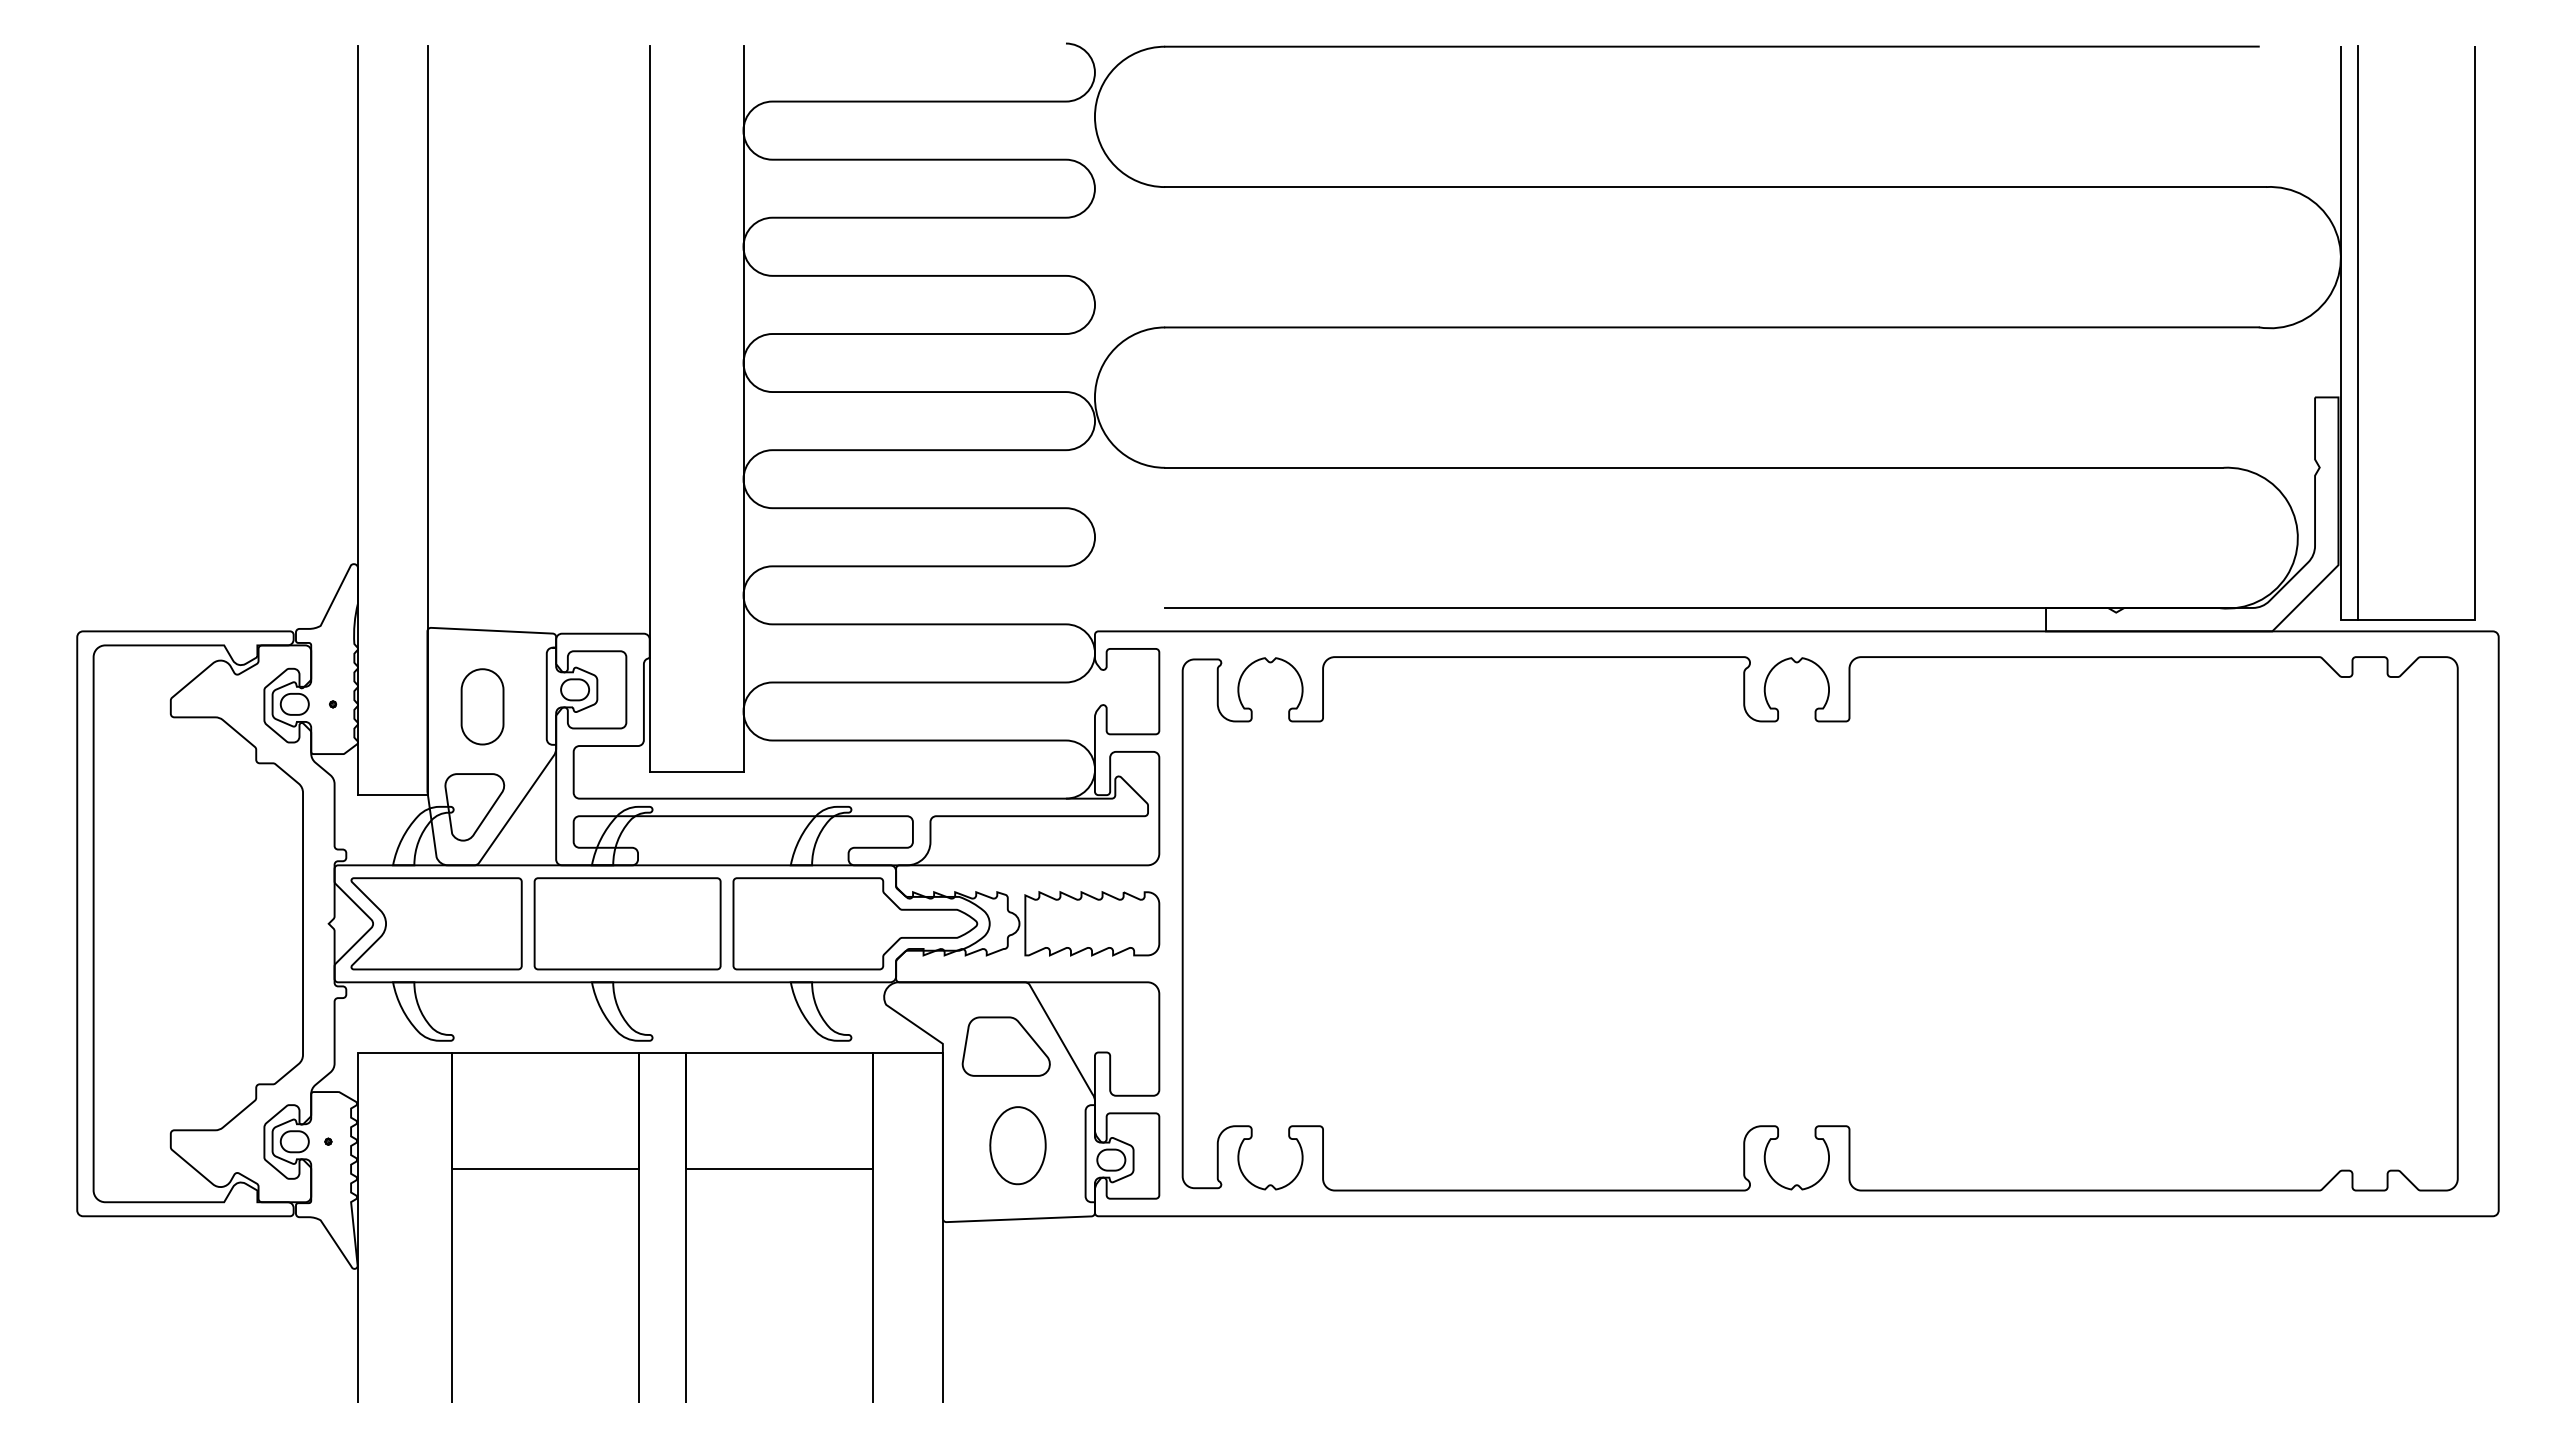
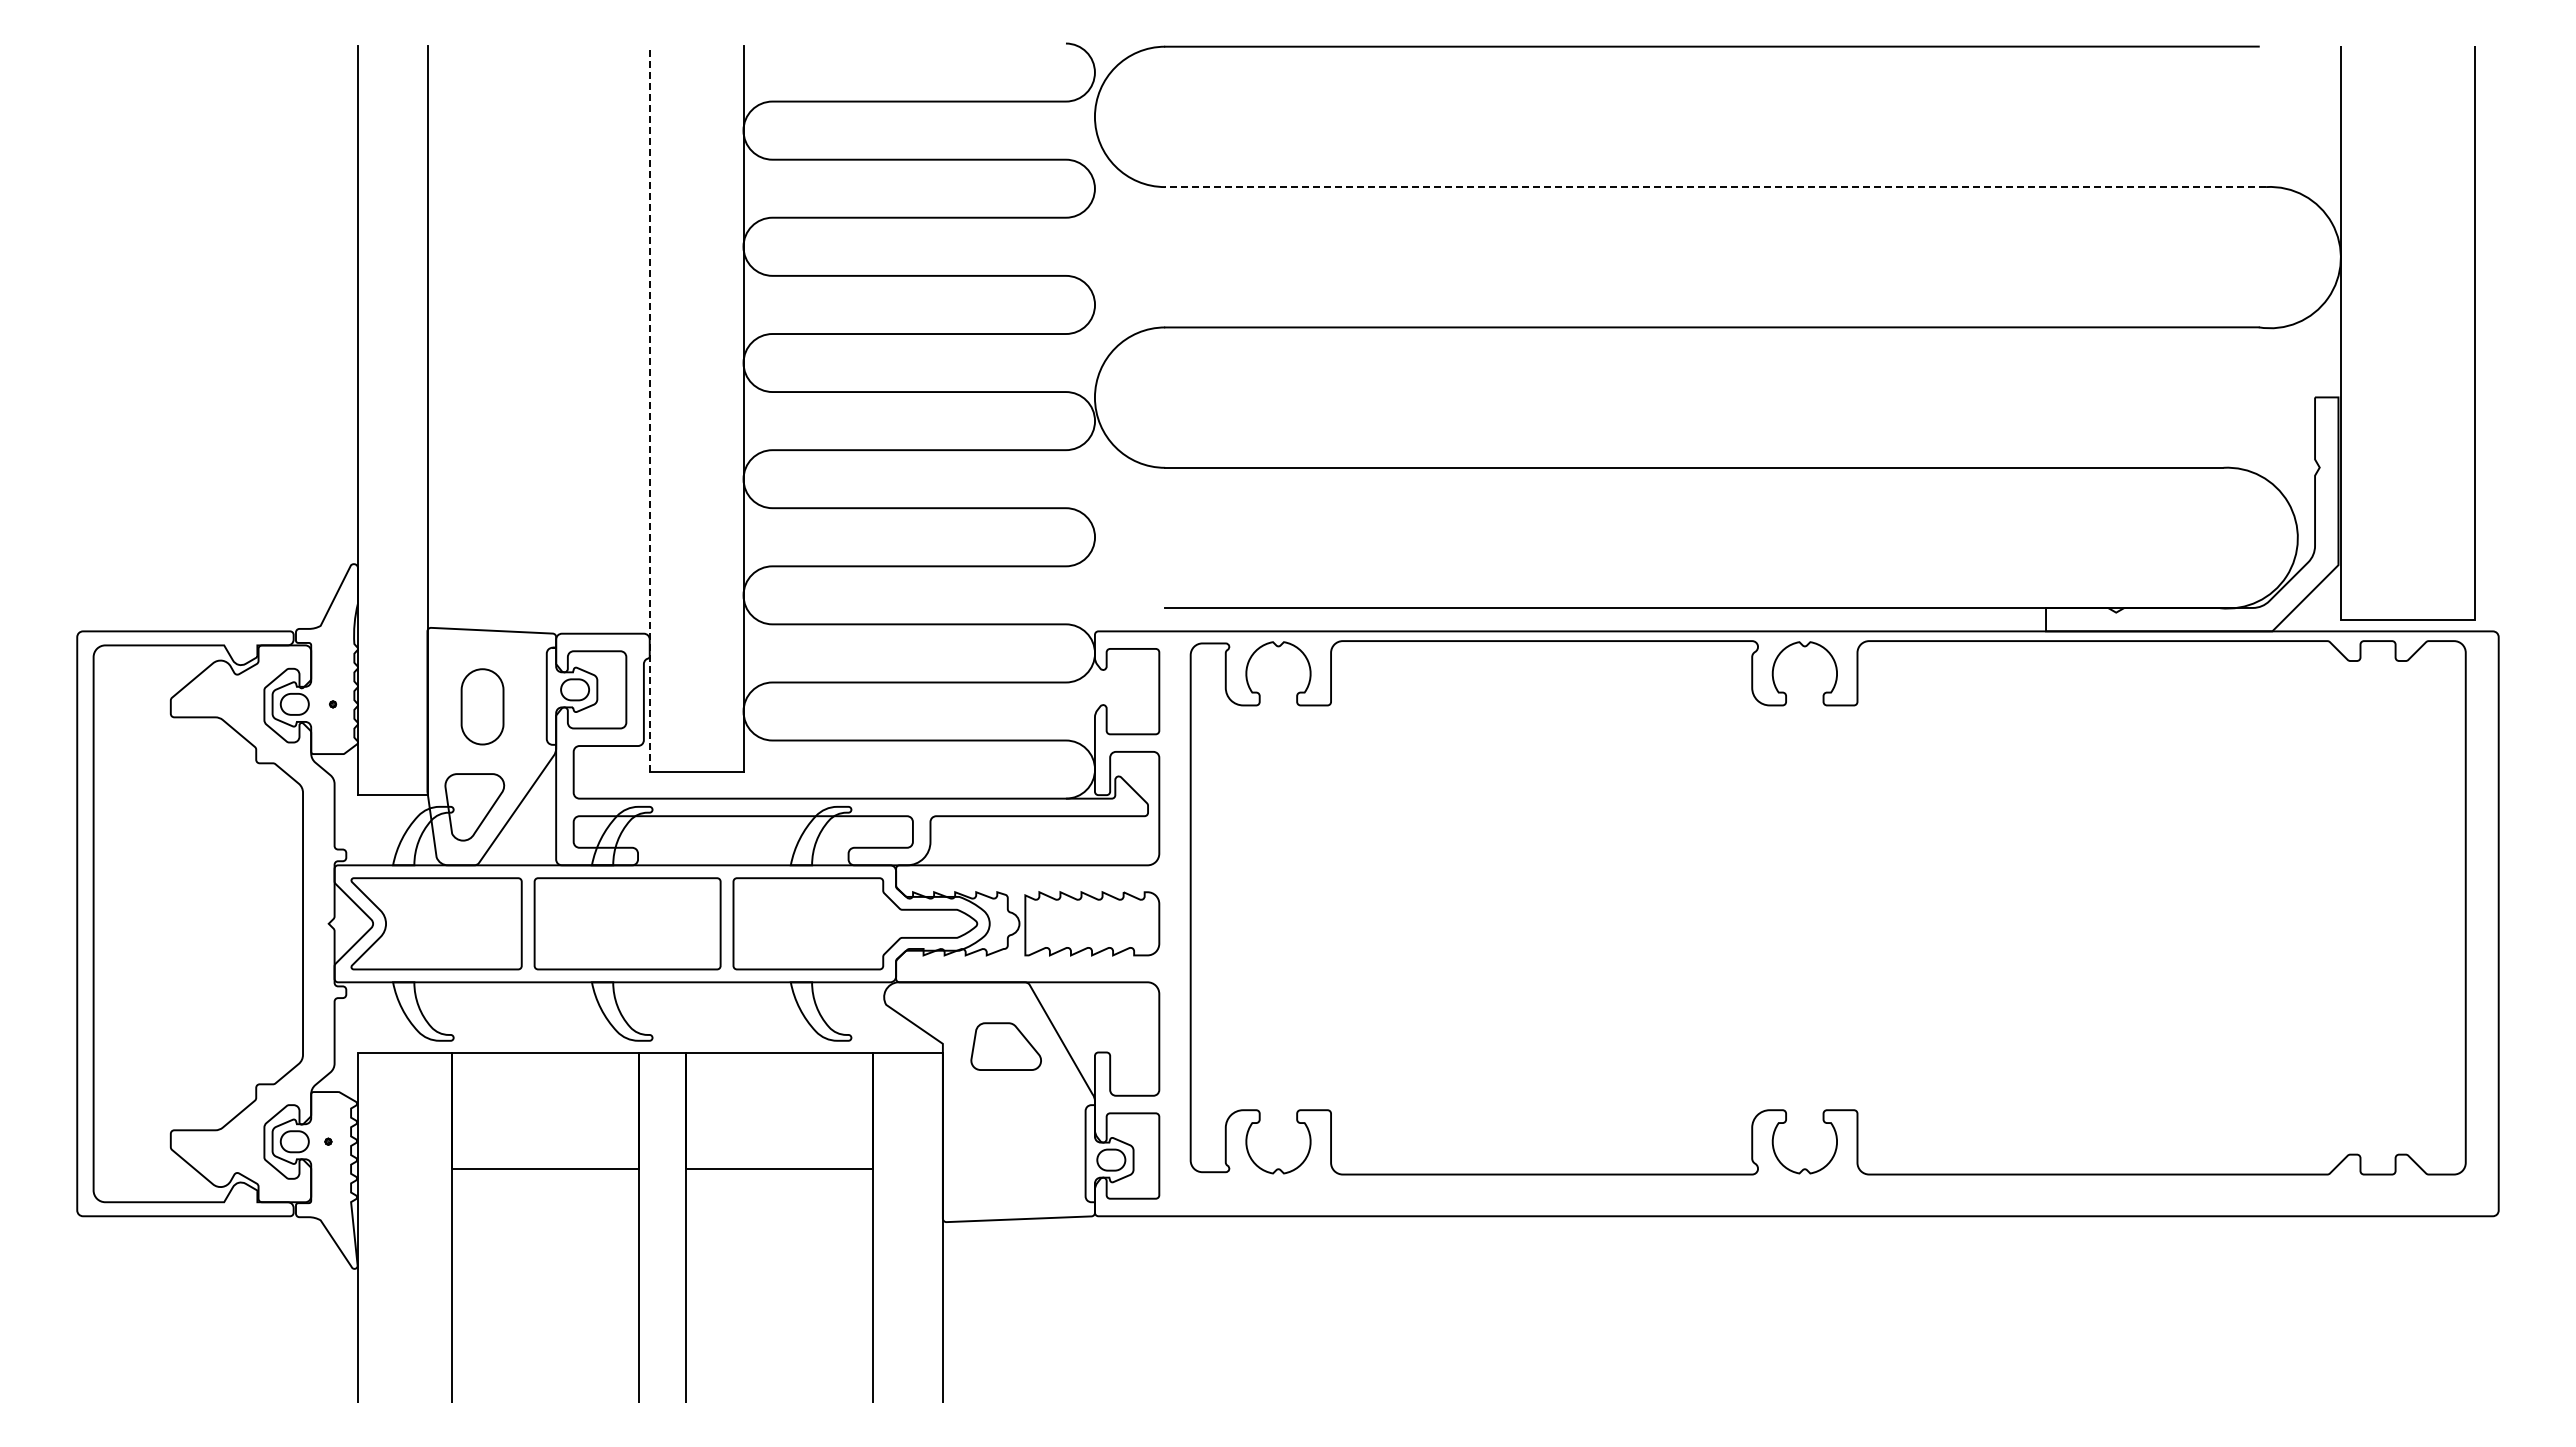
line at (1715, 187): solid -> dashed
line at (2358, 332): present -> none
line at (650, 409): solid -> dashed
part at (1819, 923) position: (1819, 923) -> (1827, 907)
part at (1005, 1046) size: 90x61 px -> 72x49 px
part at (1017, 1145): present -> none
